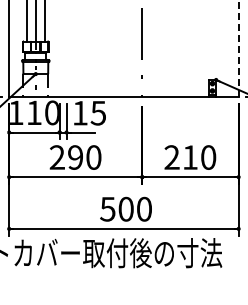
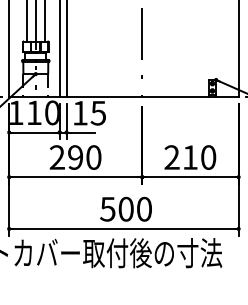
line at (238, 48): dashed -> solid
line at (59, 49): none -> present
line at (66, 49): none -> present
